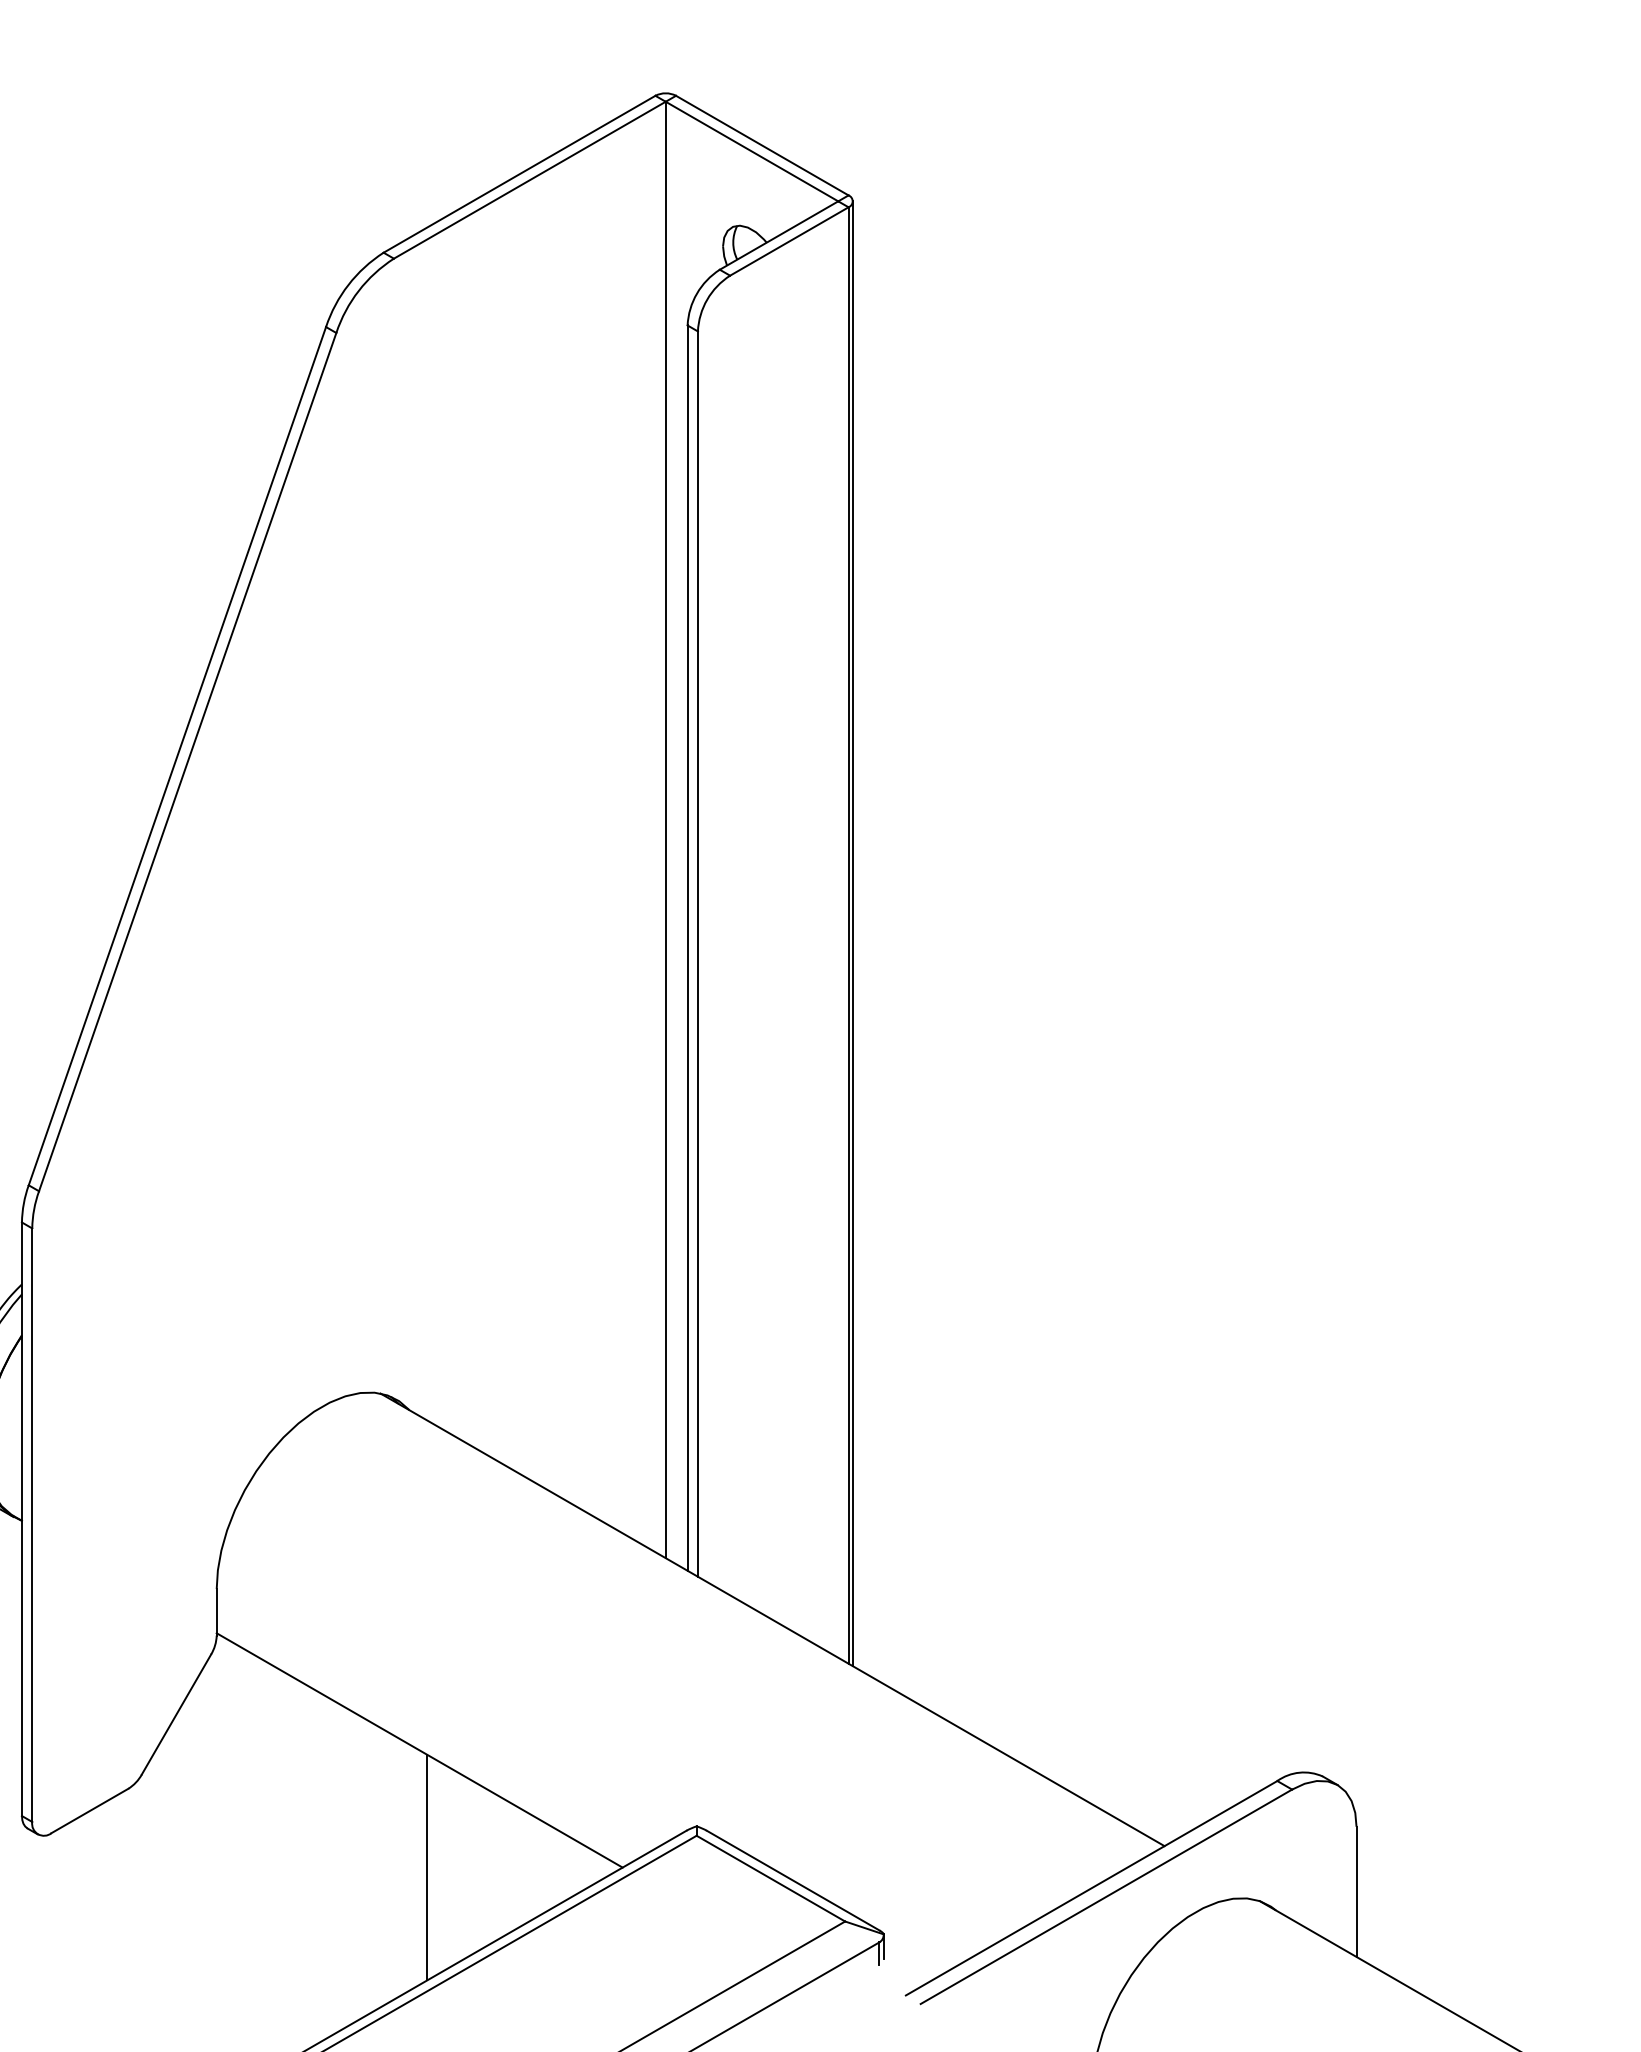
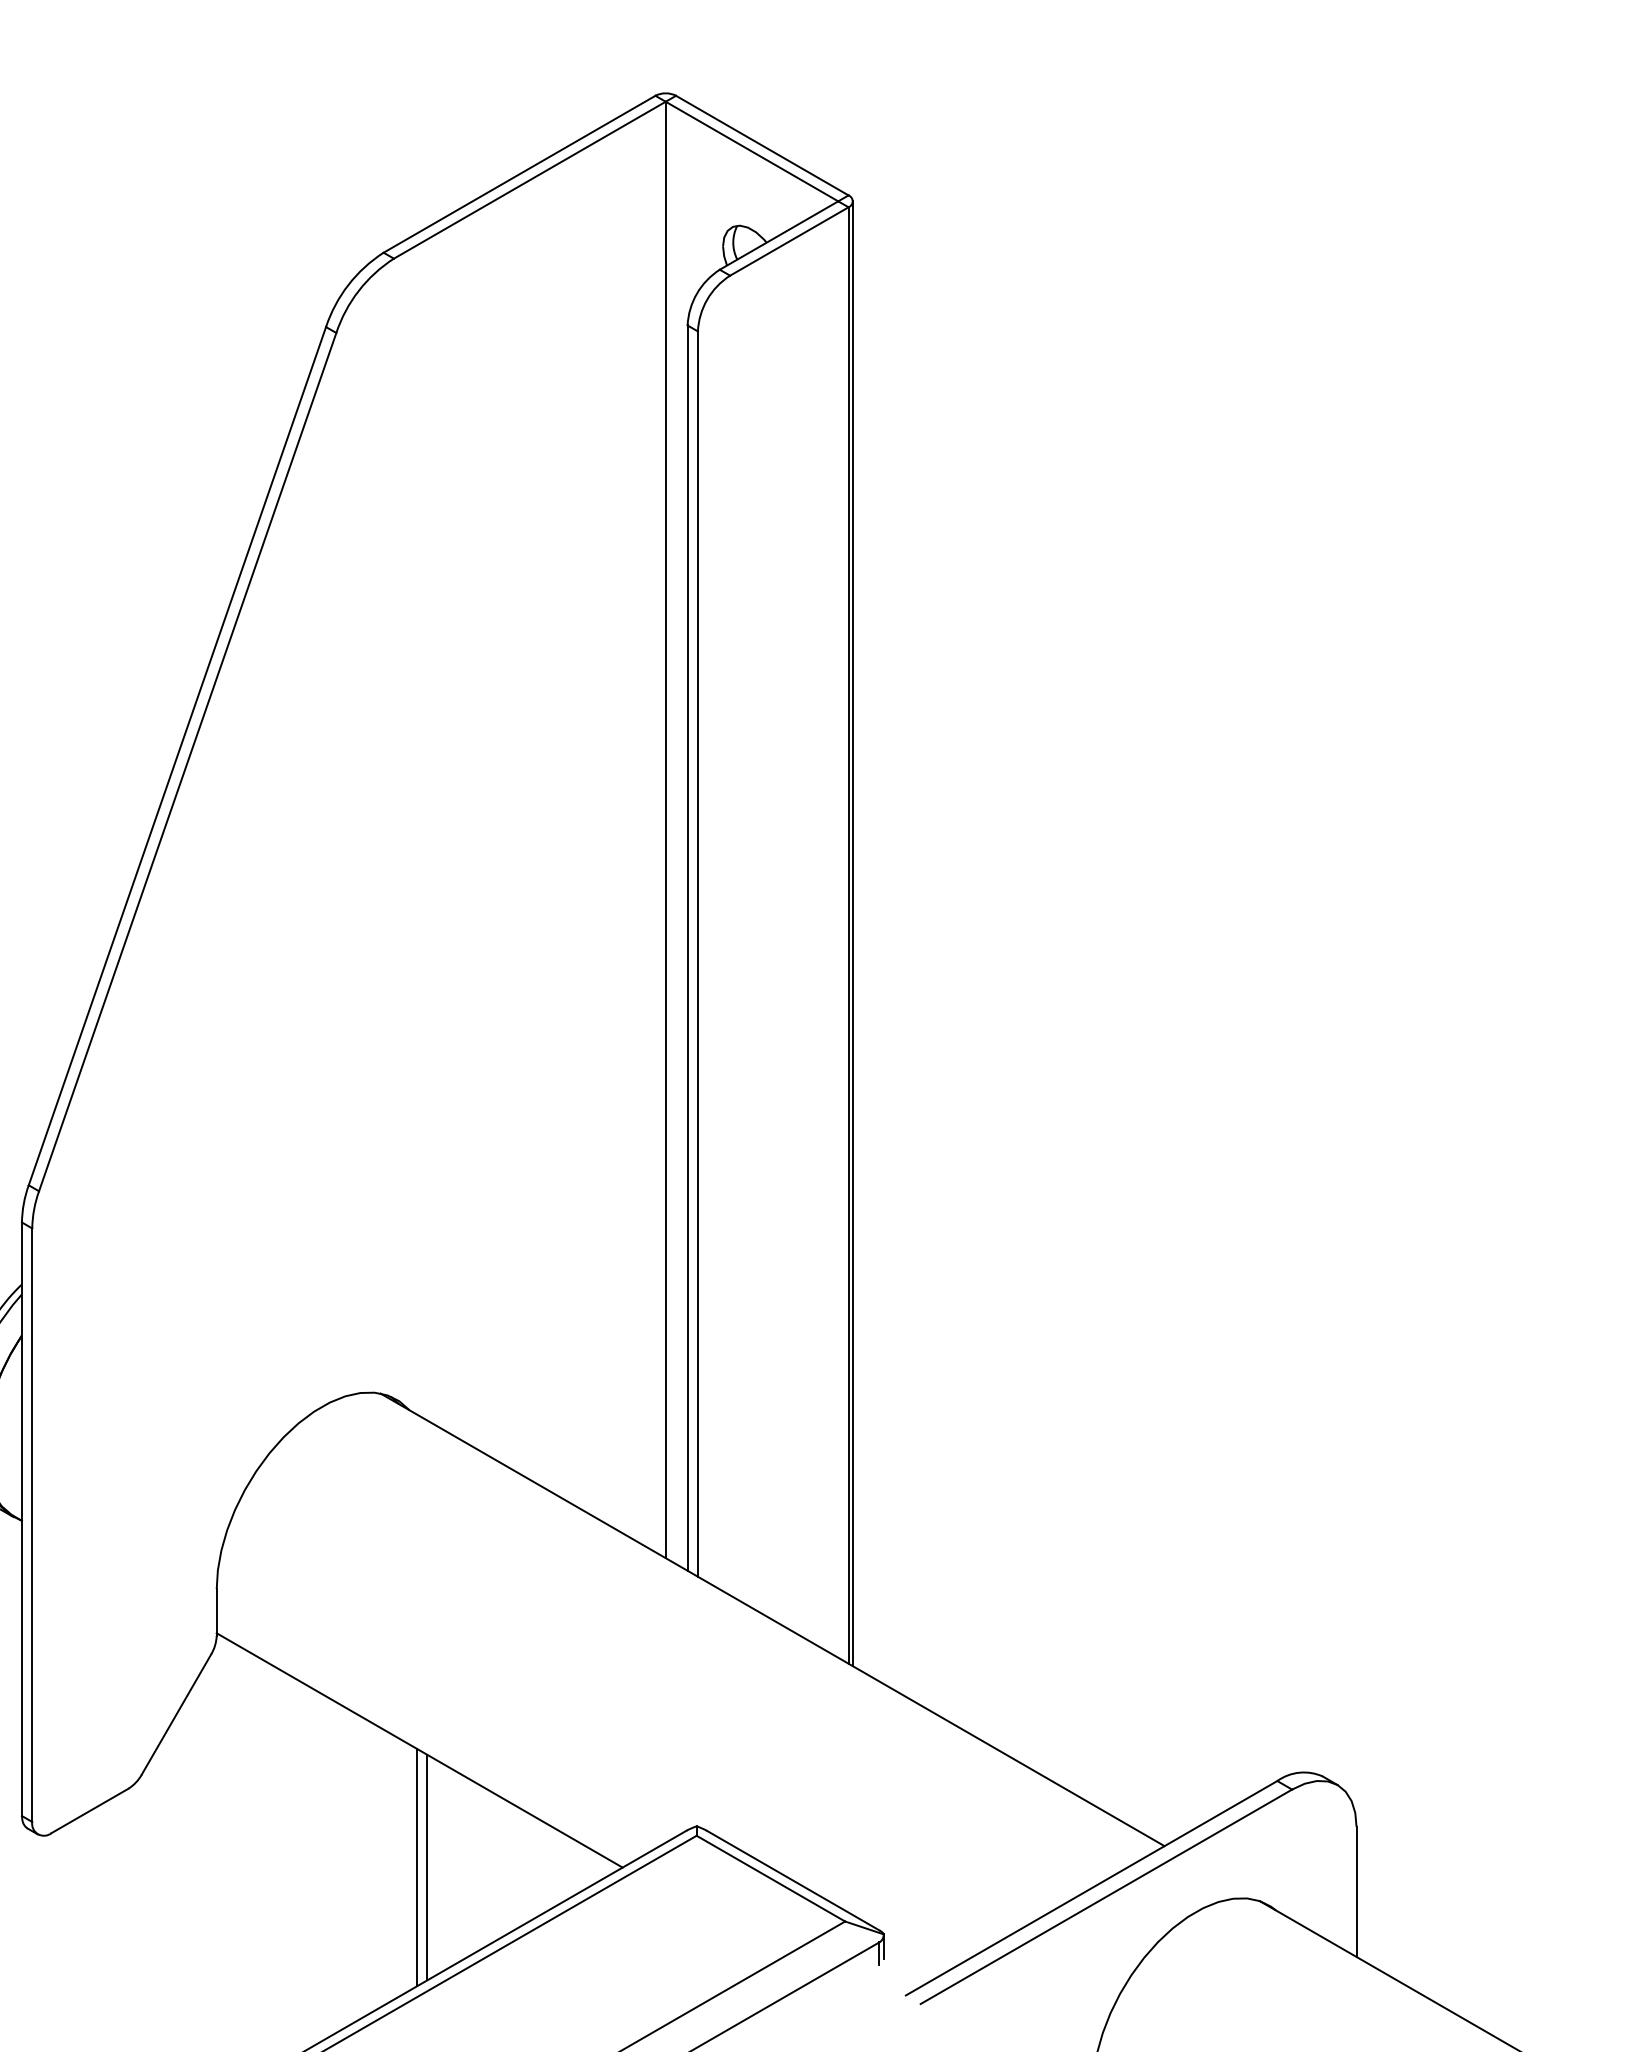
line at (416, 1867): none -> present
